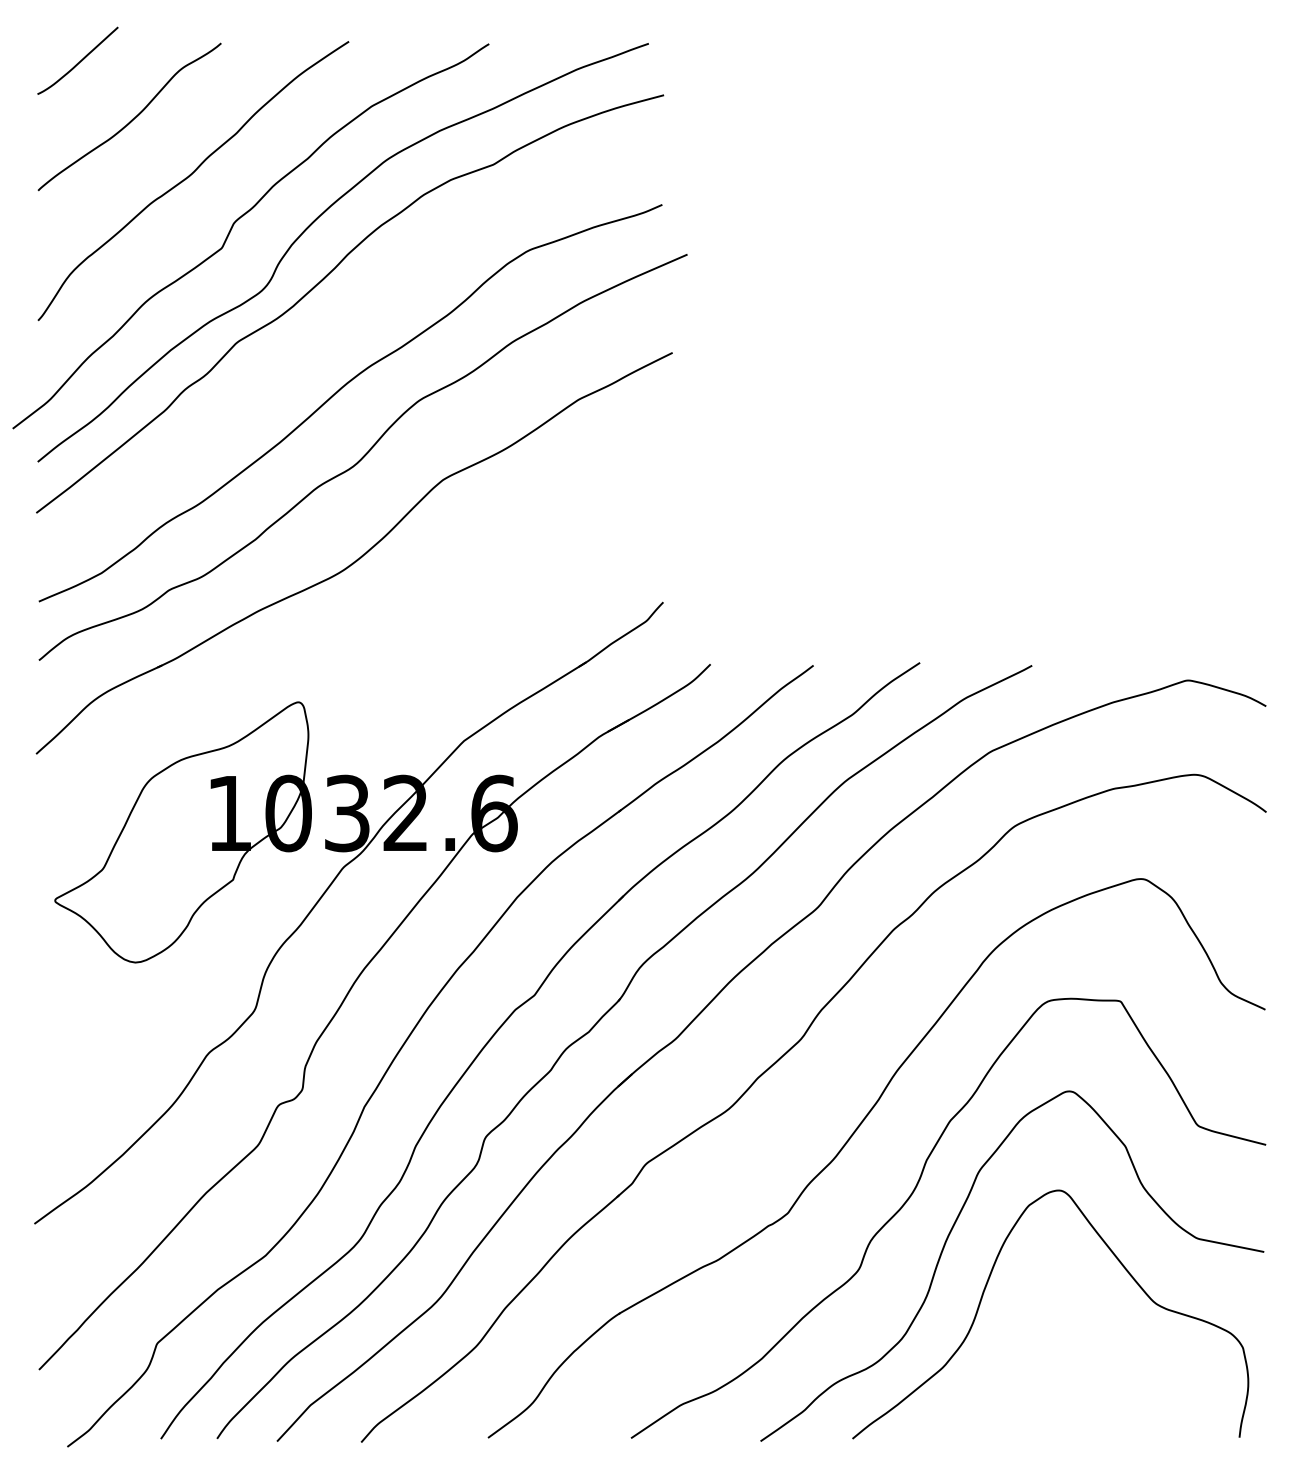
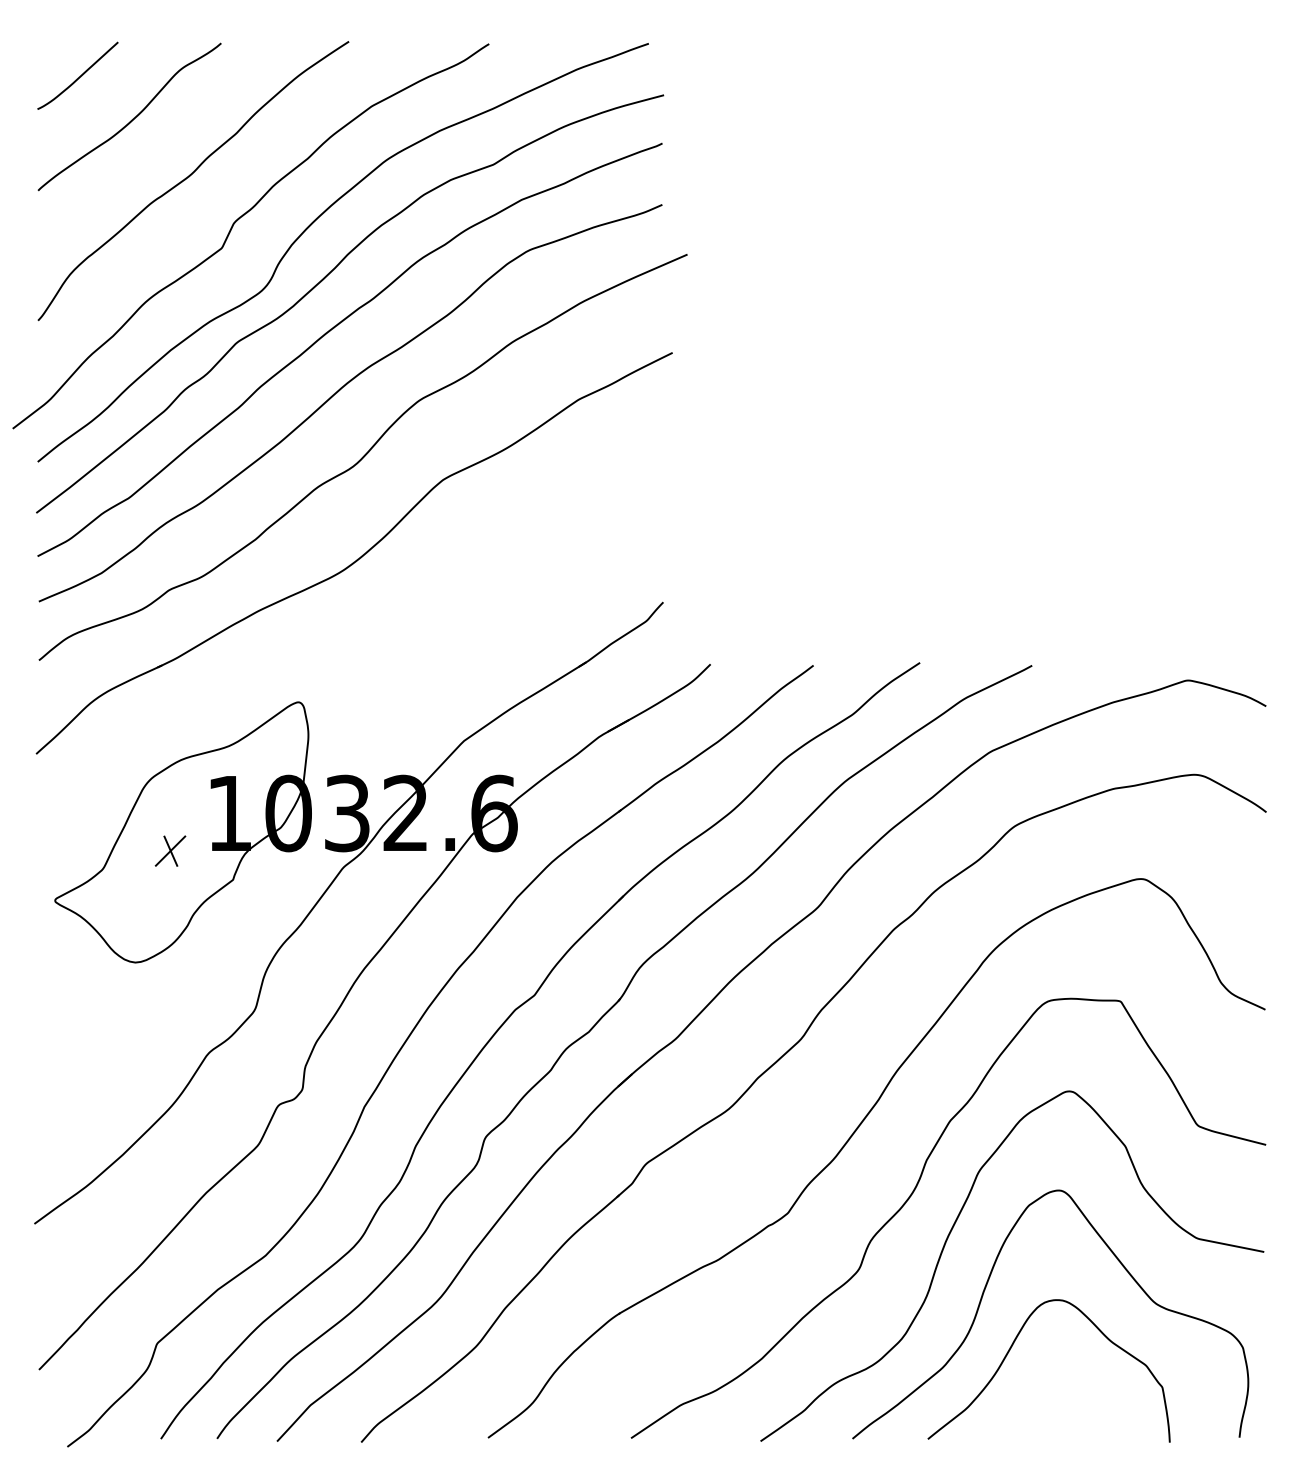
curve at (79, 61) position: (79, 61) -> (79, 76)
curve at (333, 329): none -> present
part at (170, 850): none -> present
curve at (1010, 1350): none -> present
